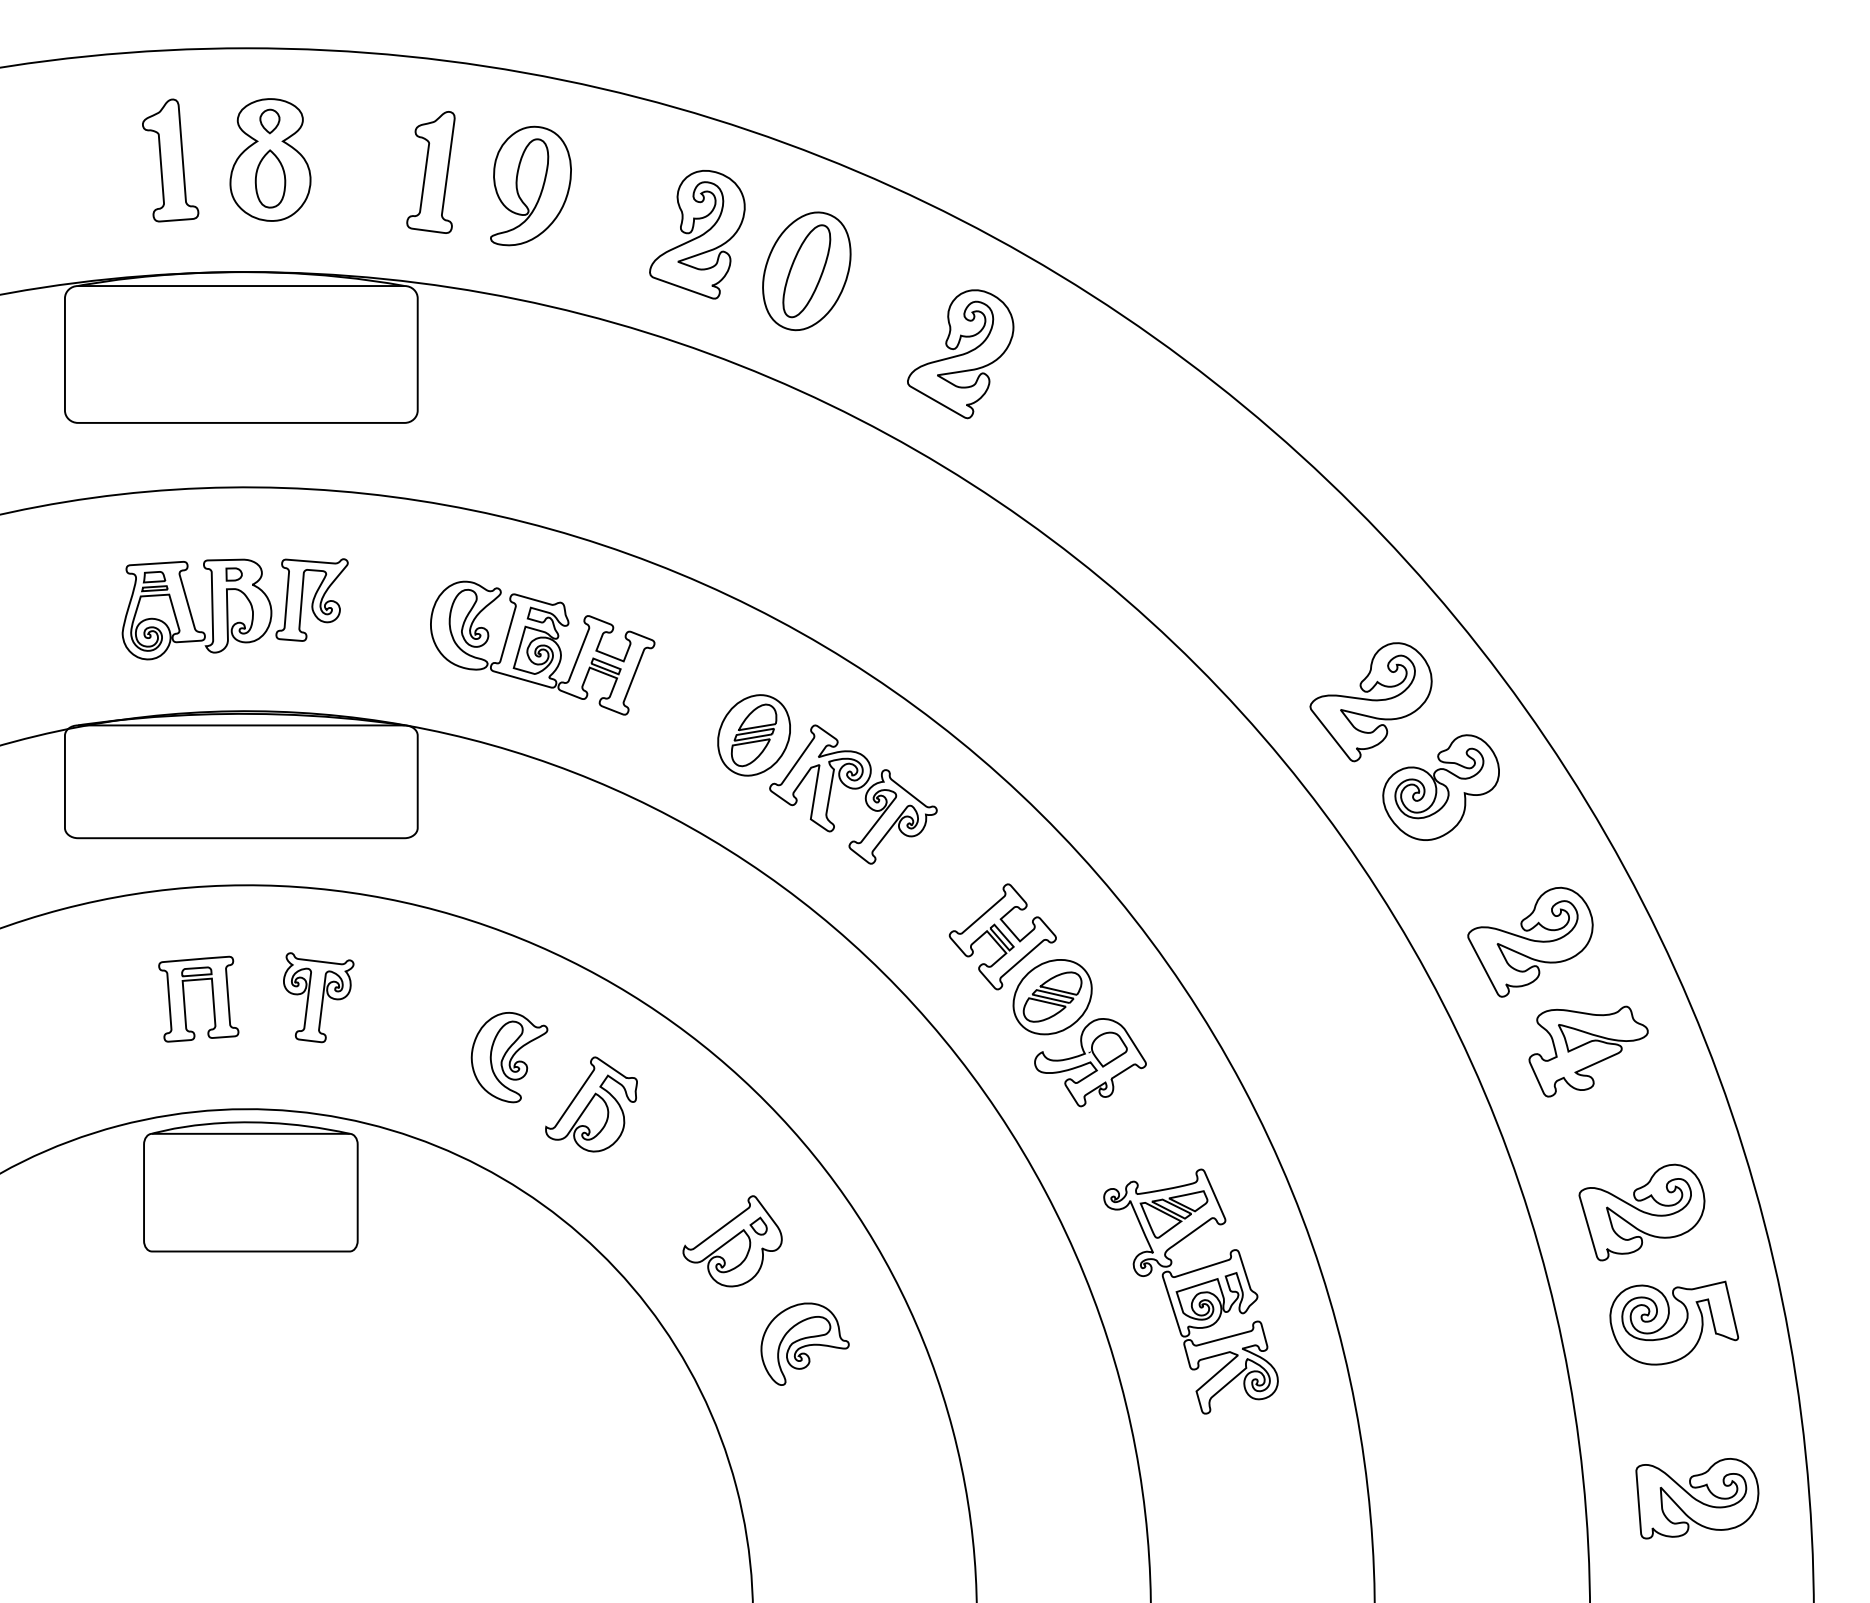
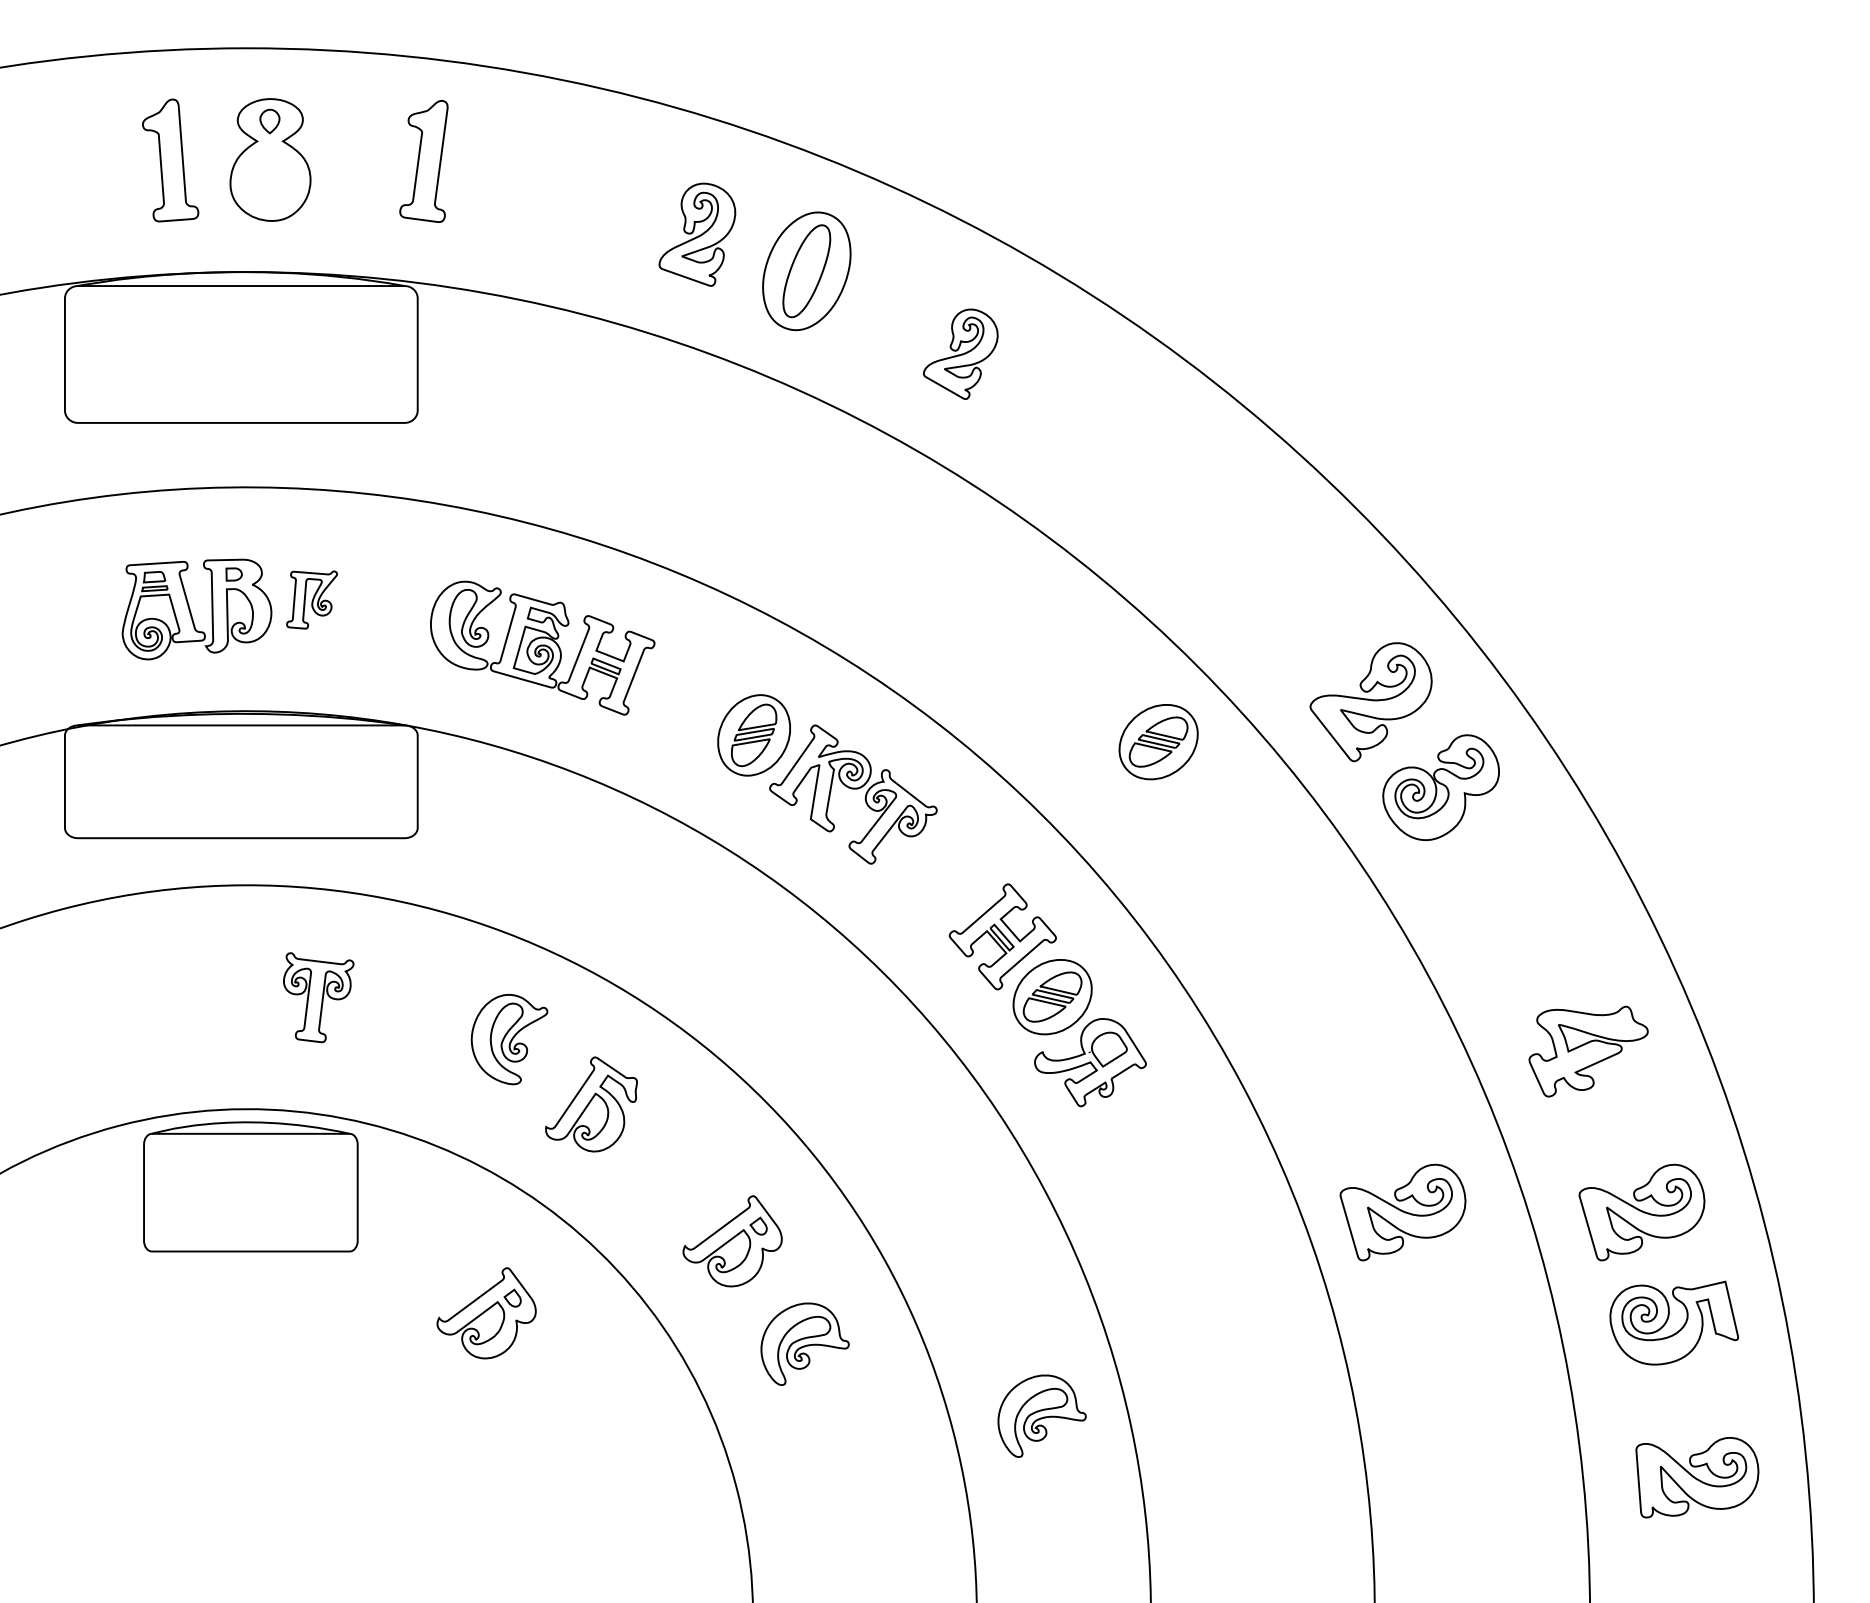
part at (430, 172) position: (430, 172) -> (423, 161)
part at (270, 178): present -> none
part at (530, 185): present -> none
part at (697, 234) size: 97x130 px -> 79x105 px
part at (960, 354) size: 108x131 px -> 76x92 px
part at (311, 599) size: 74x84 px -> 52x60 px
part at (1158, 742): none -> present
part at (1530, 941): present -> none
part at (185, 1001): present -> none
part at (509, 1057) position: (509, 1057) -> (509, 1039)
part at (1402, 1212): none -> present
part at (1190, 1291): present -> none
part at (486, 1313): none -> present
part at (1041, 1415): none -> present
part at (1697, 1498) position: (1697, 1498) -> (1697, 1477)
